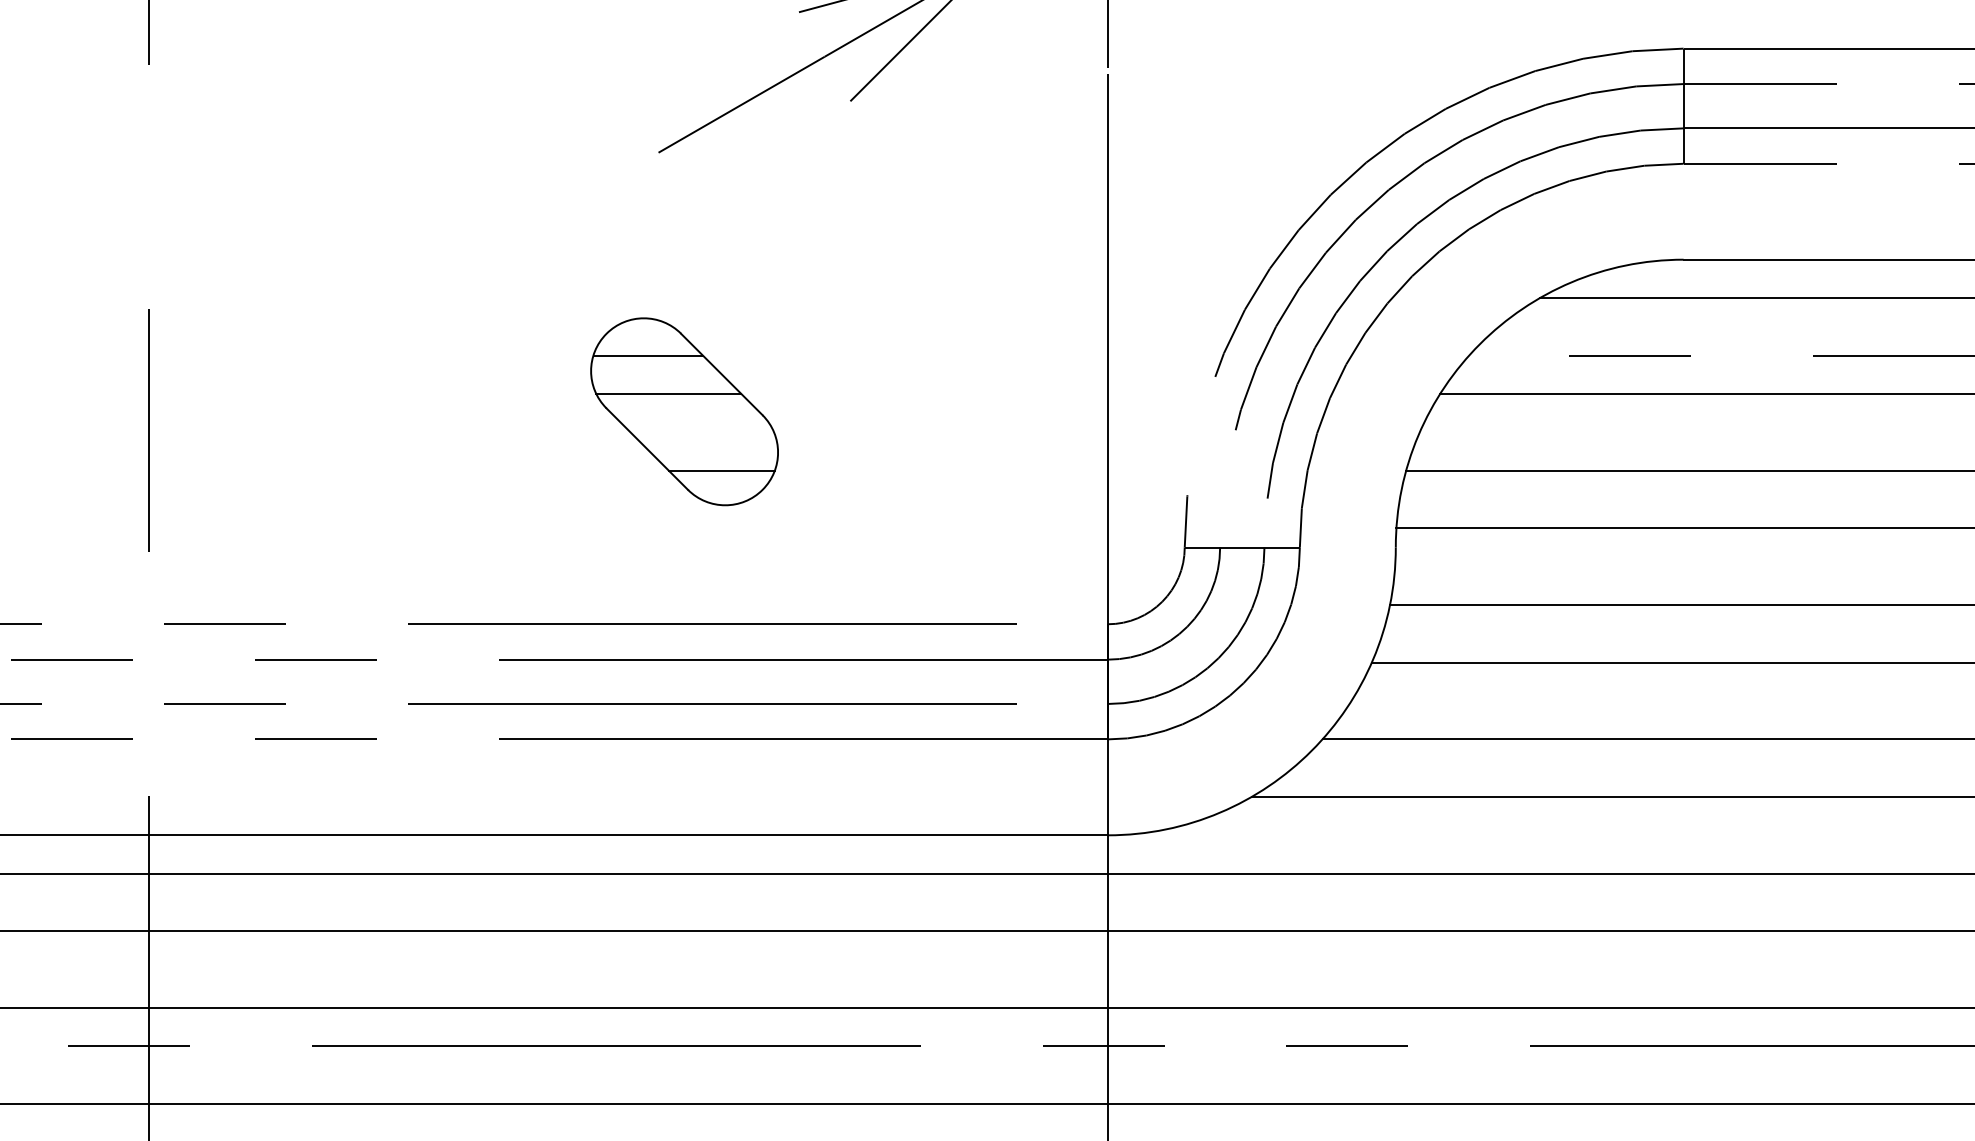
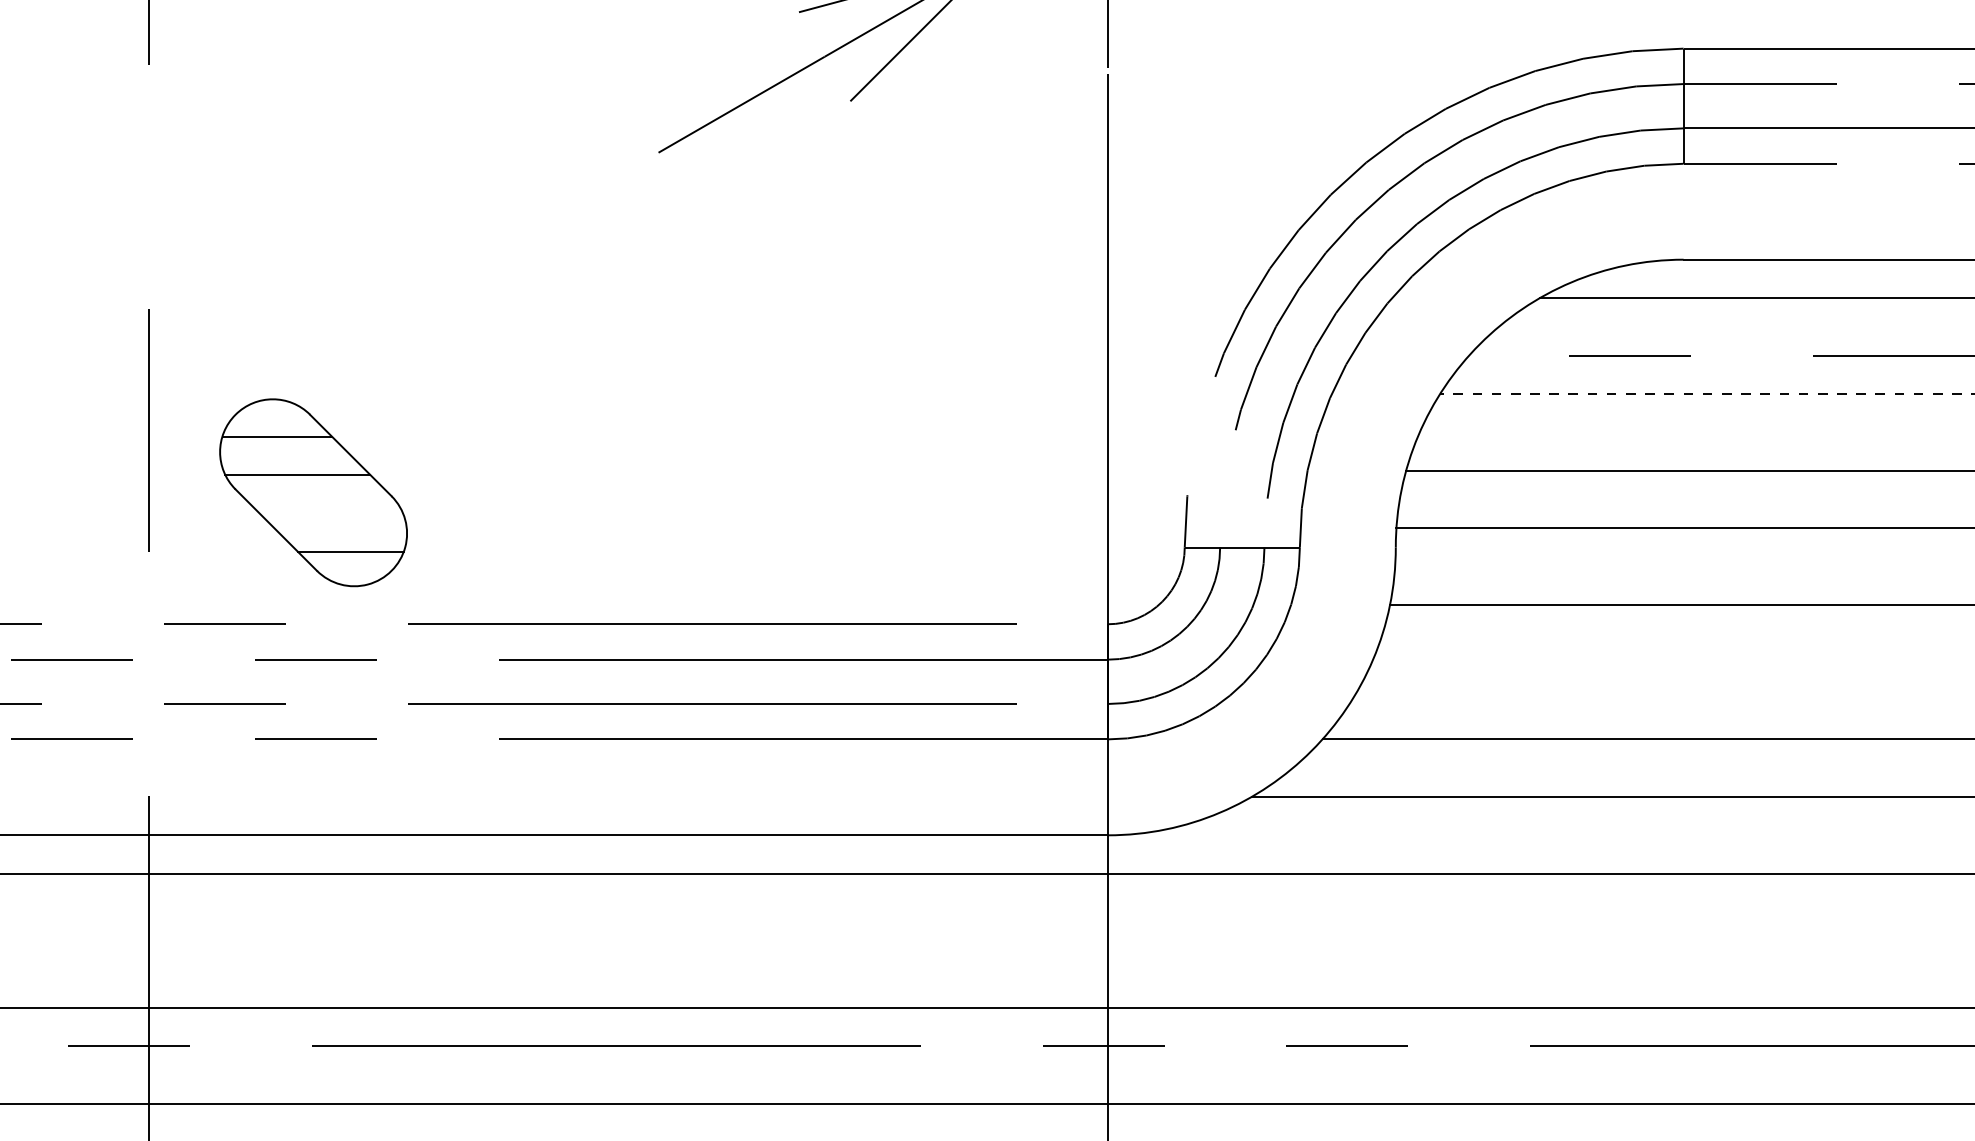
line at (1706, 394): solid -> dashed
part at (684, 411) position: (684, 411) -> (313, 492)
line at (1671, 662): present -> none
line at (986, 931): present -> none
